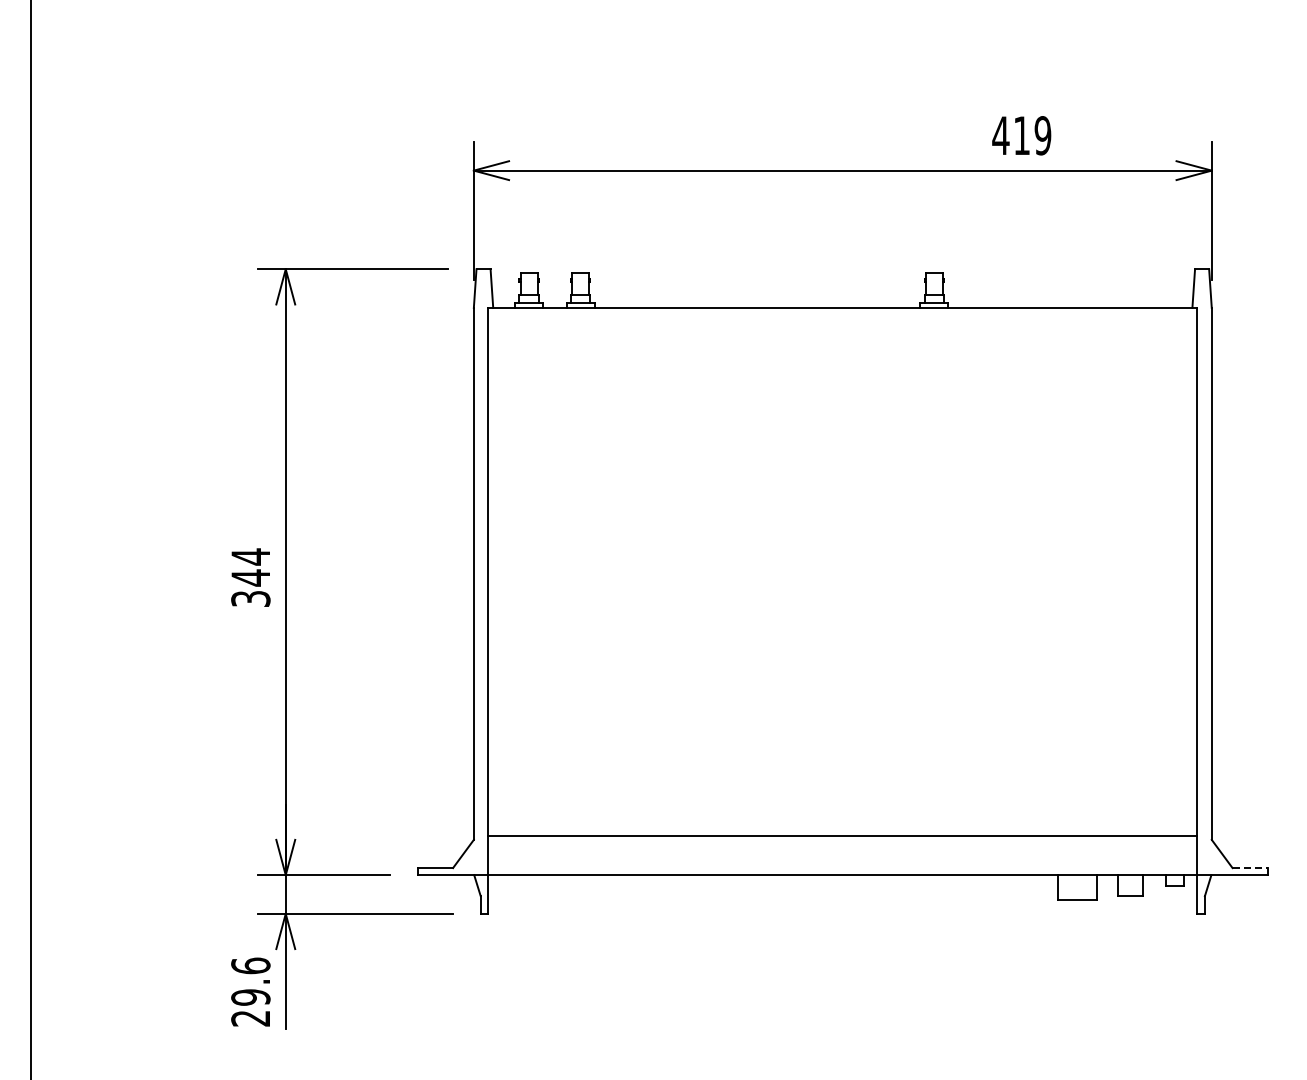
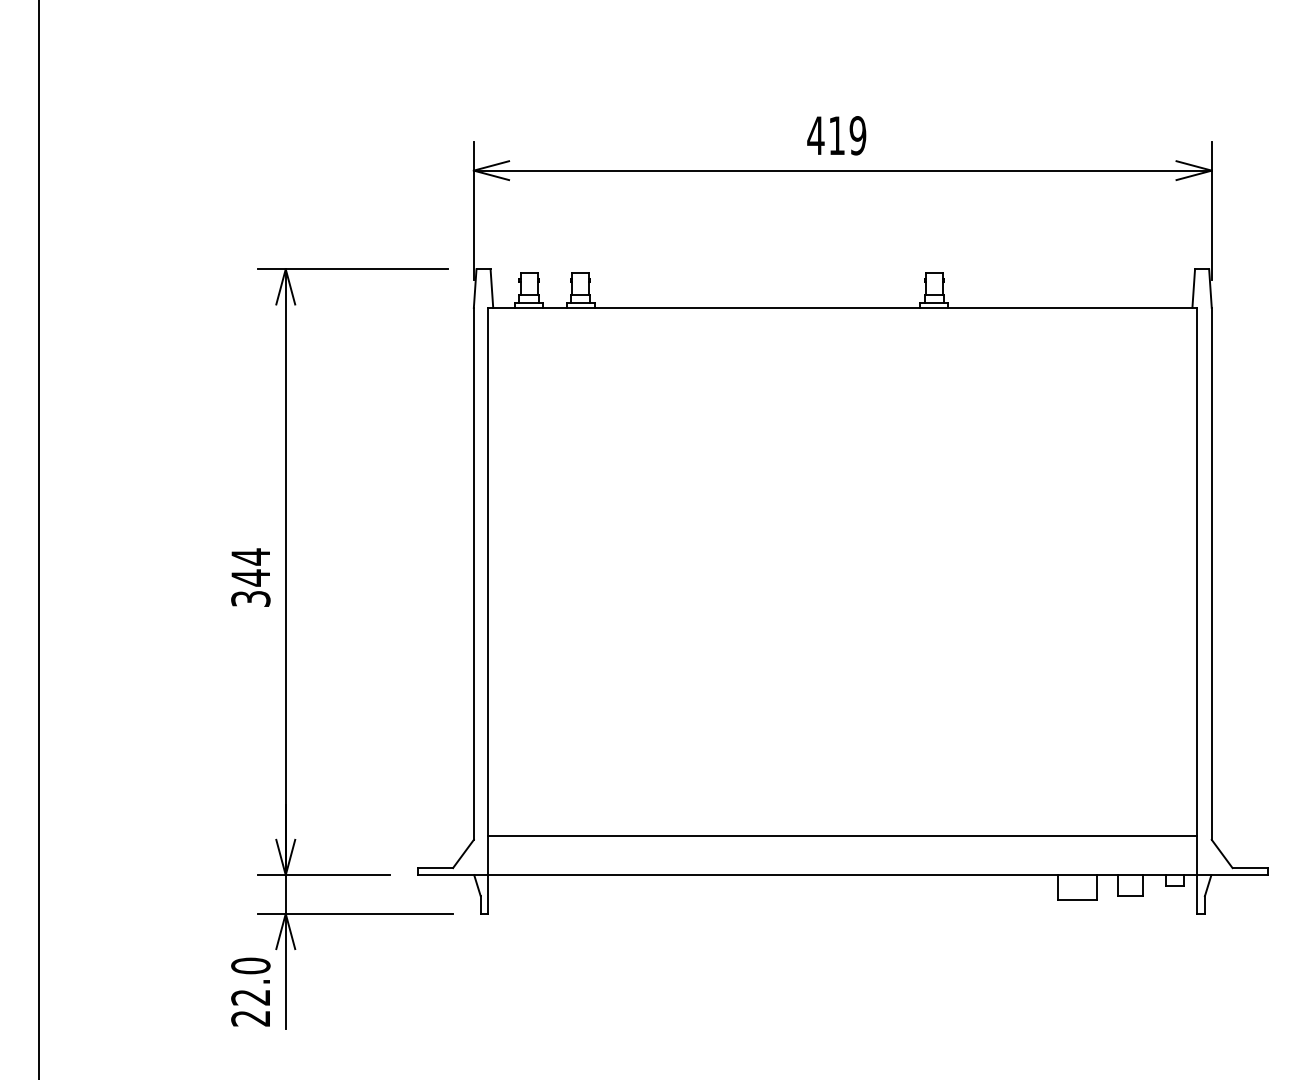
text at (1021, 135) position: (1021, 135) -> (836, 135)
line at (31, 539) position: (31, 539) -> (39, 539)
line at (1250, 868): dashed -> solid
text at (250, 981): 29.6 -> 22.0
